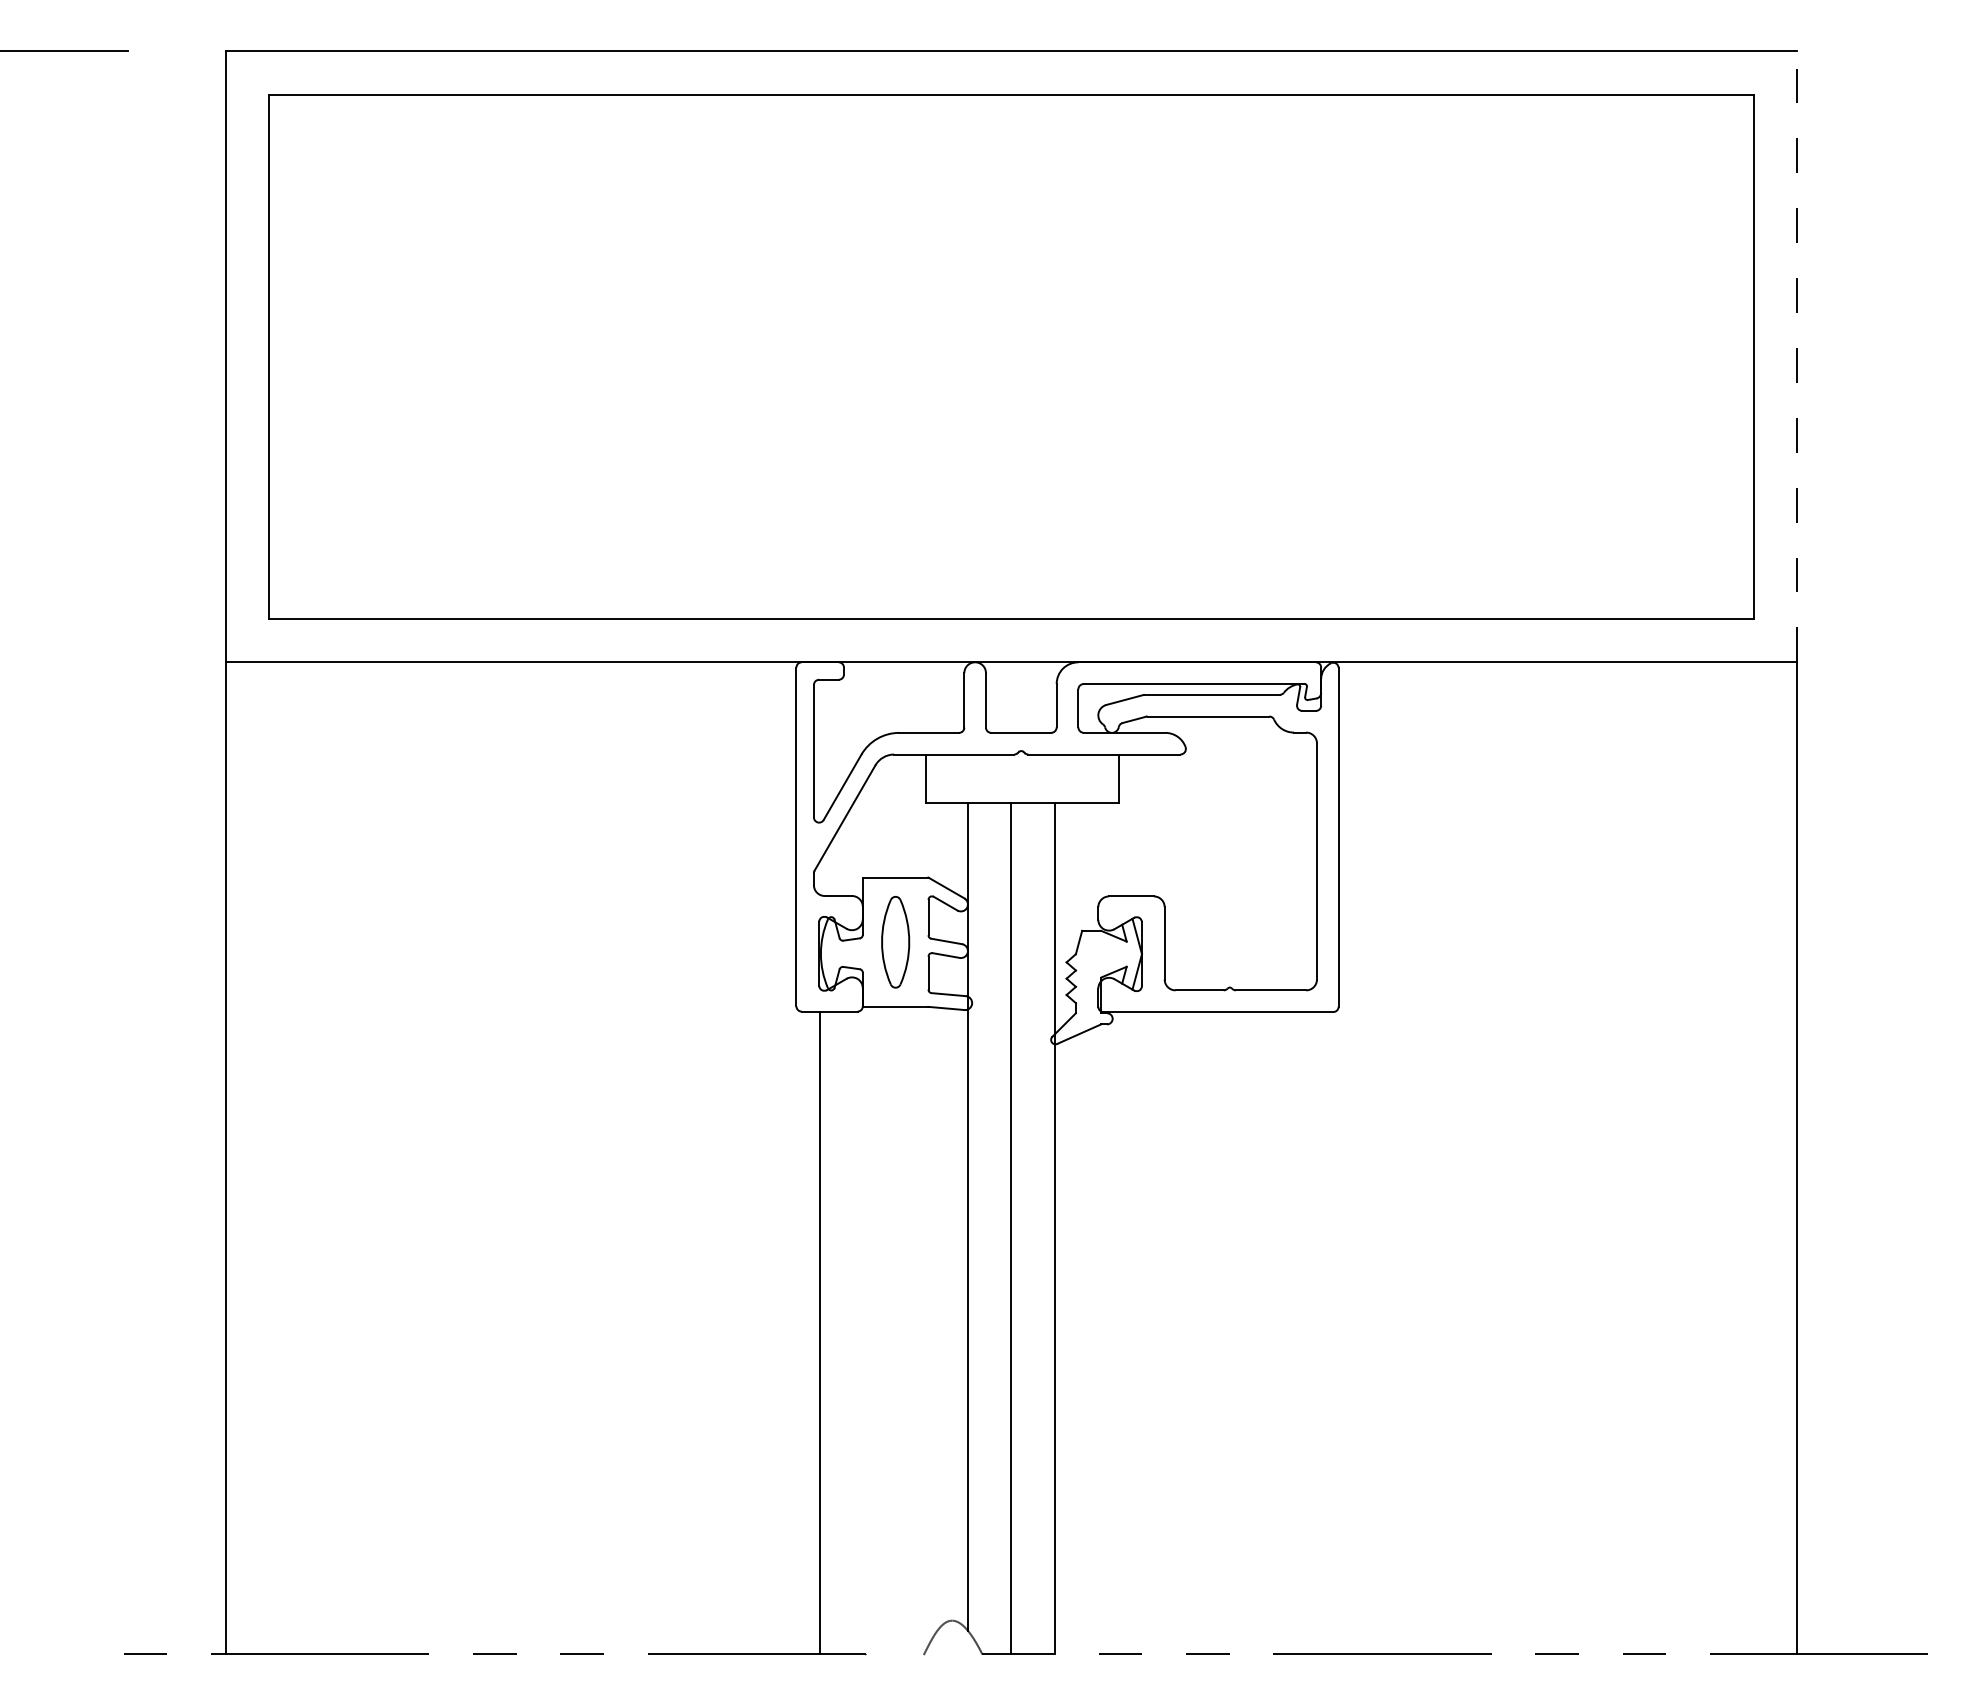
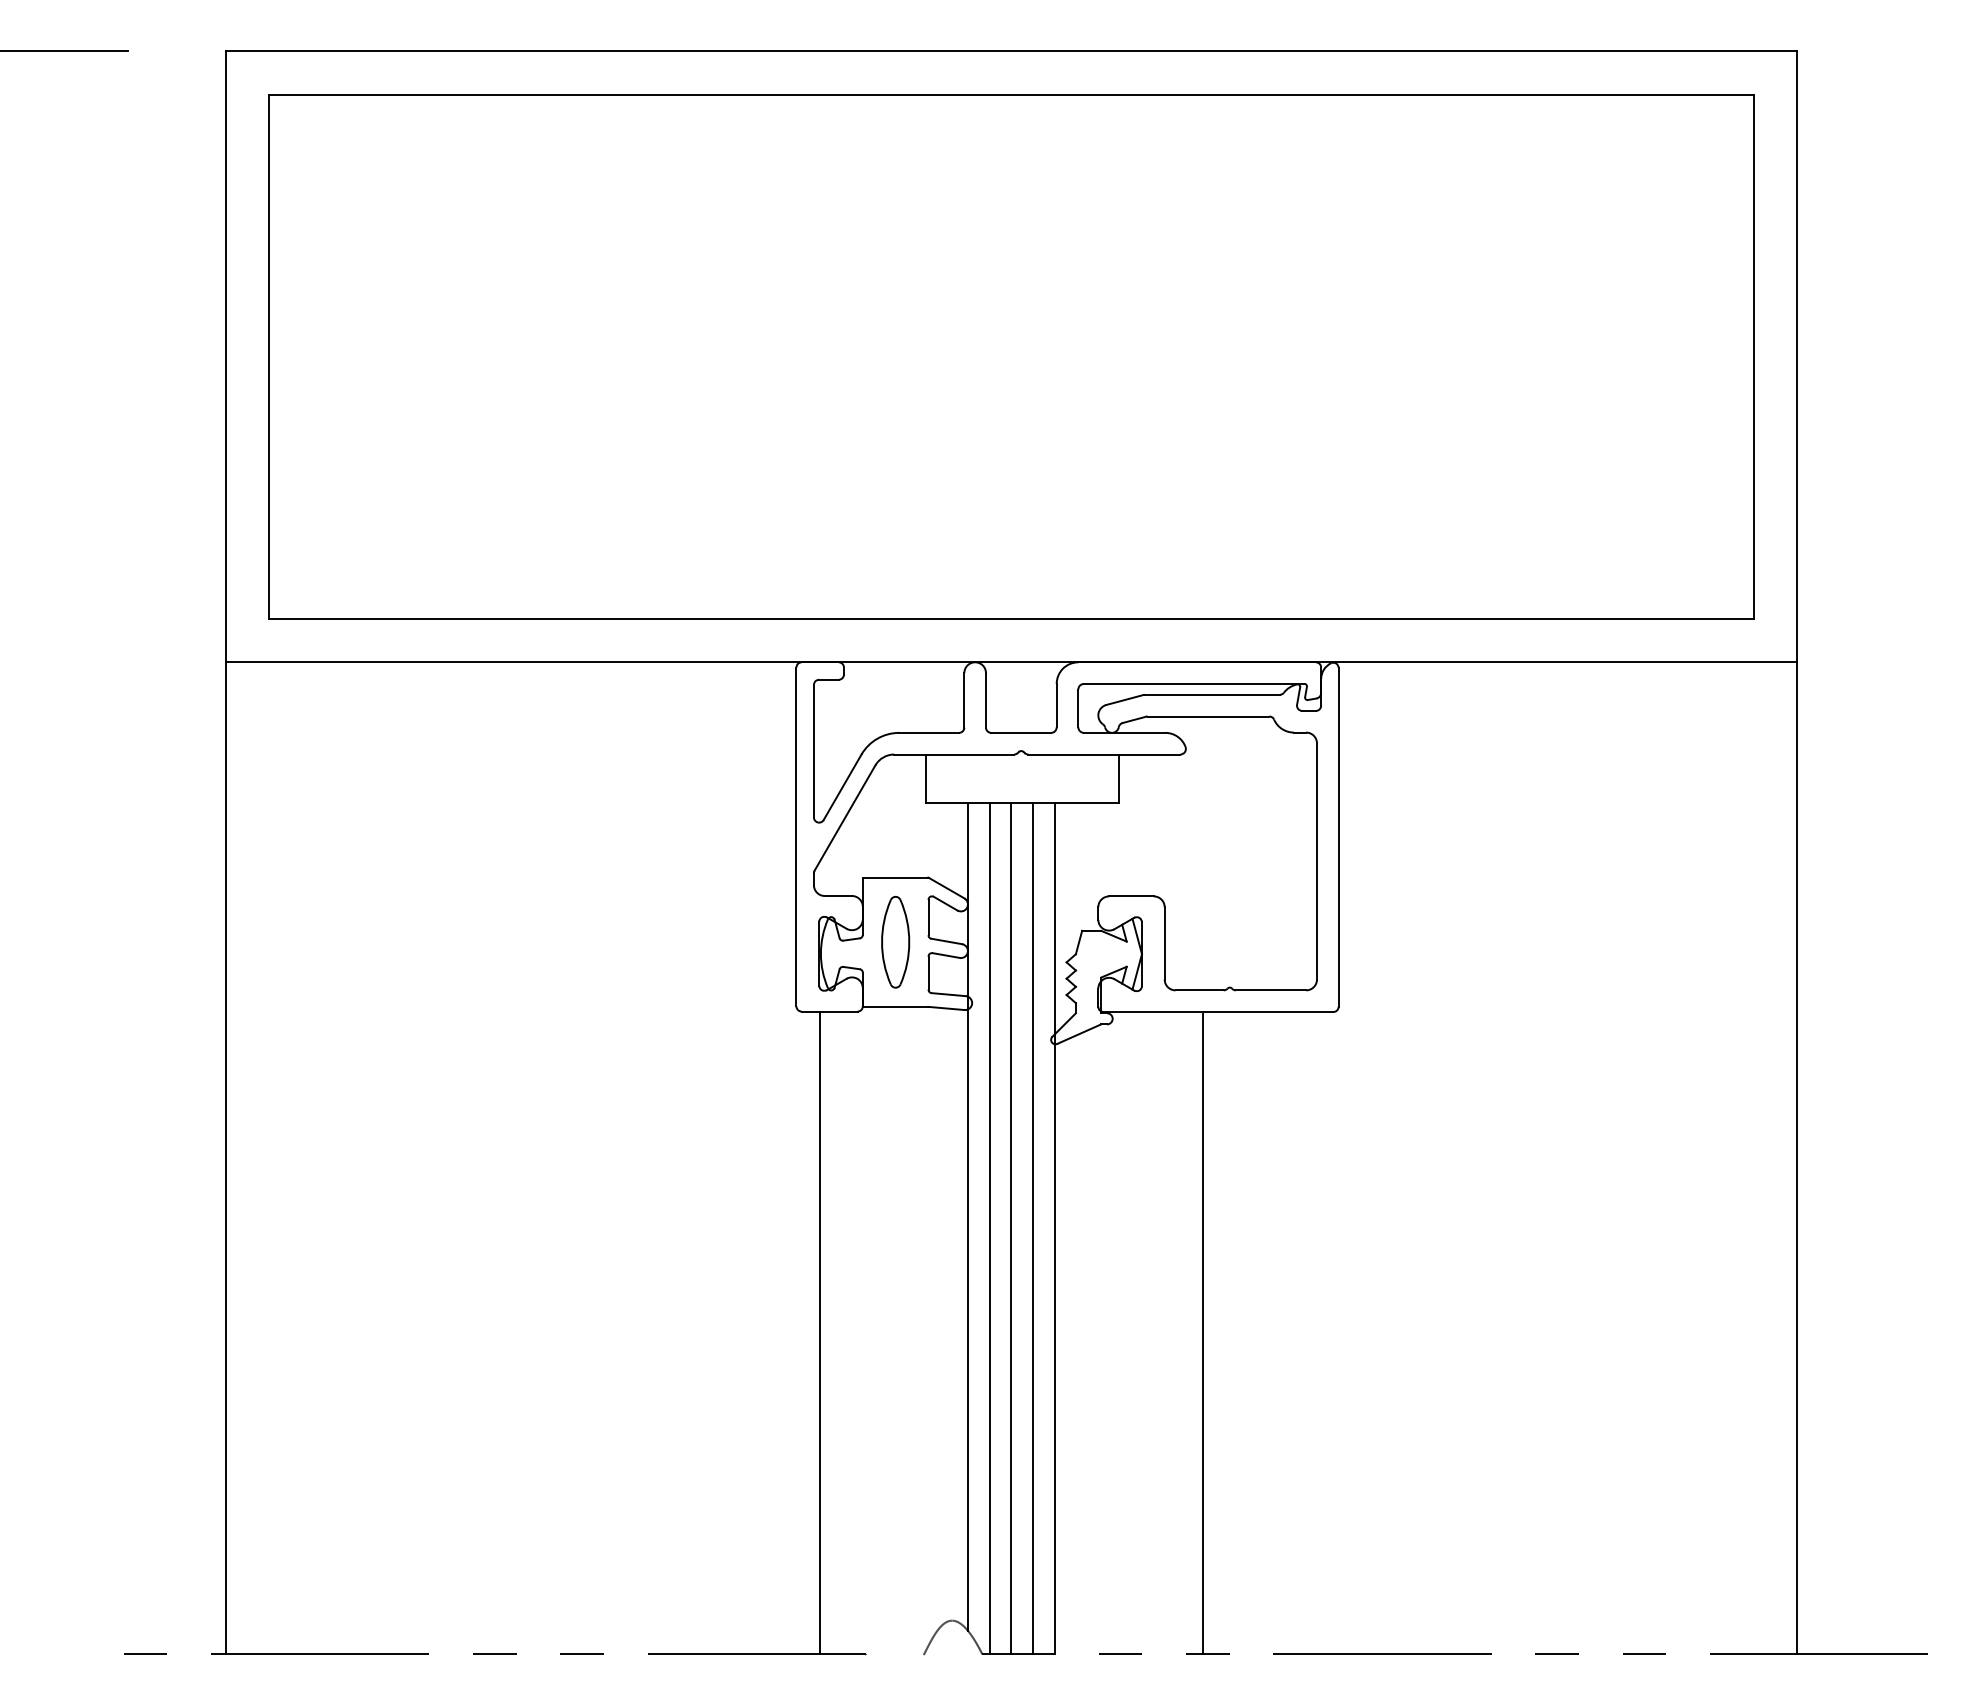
line at (1797, 356): dashed -> solid
line at (989, 1228): none -> present
line at (1033, 1228): none -> present
line at (1202, 1333): none -> present
